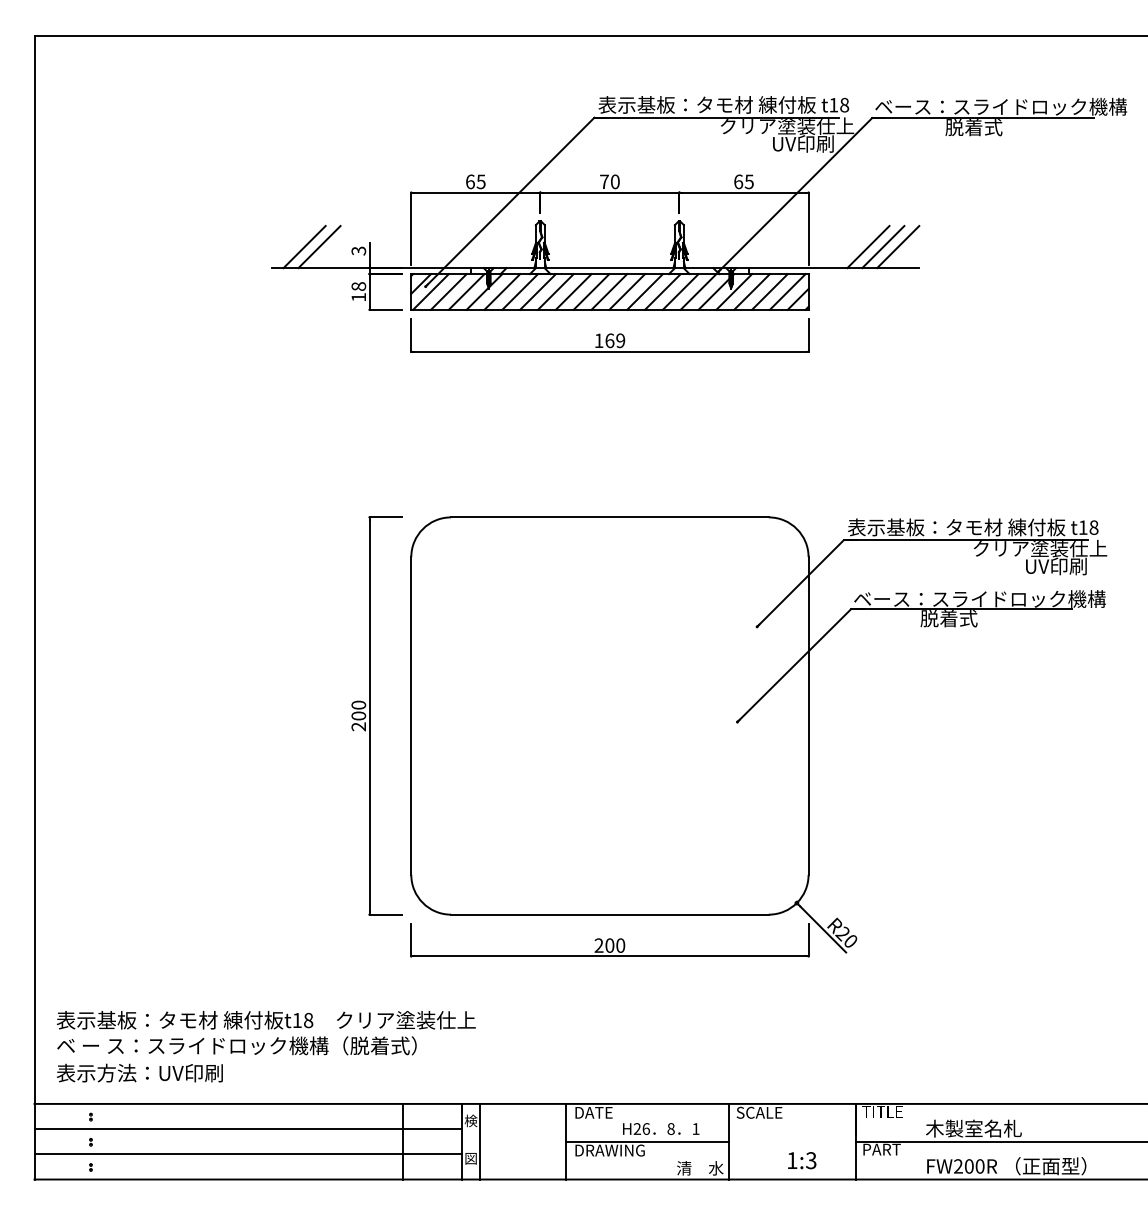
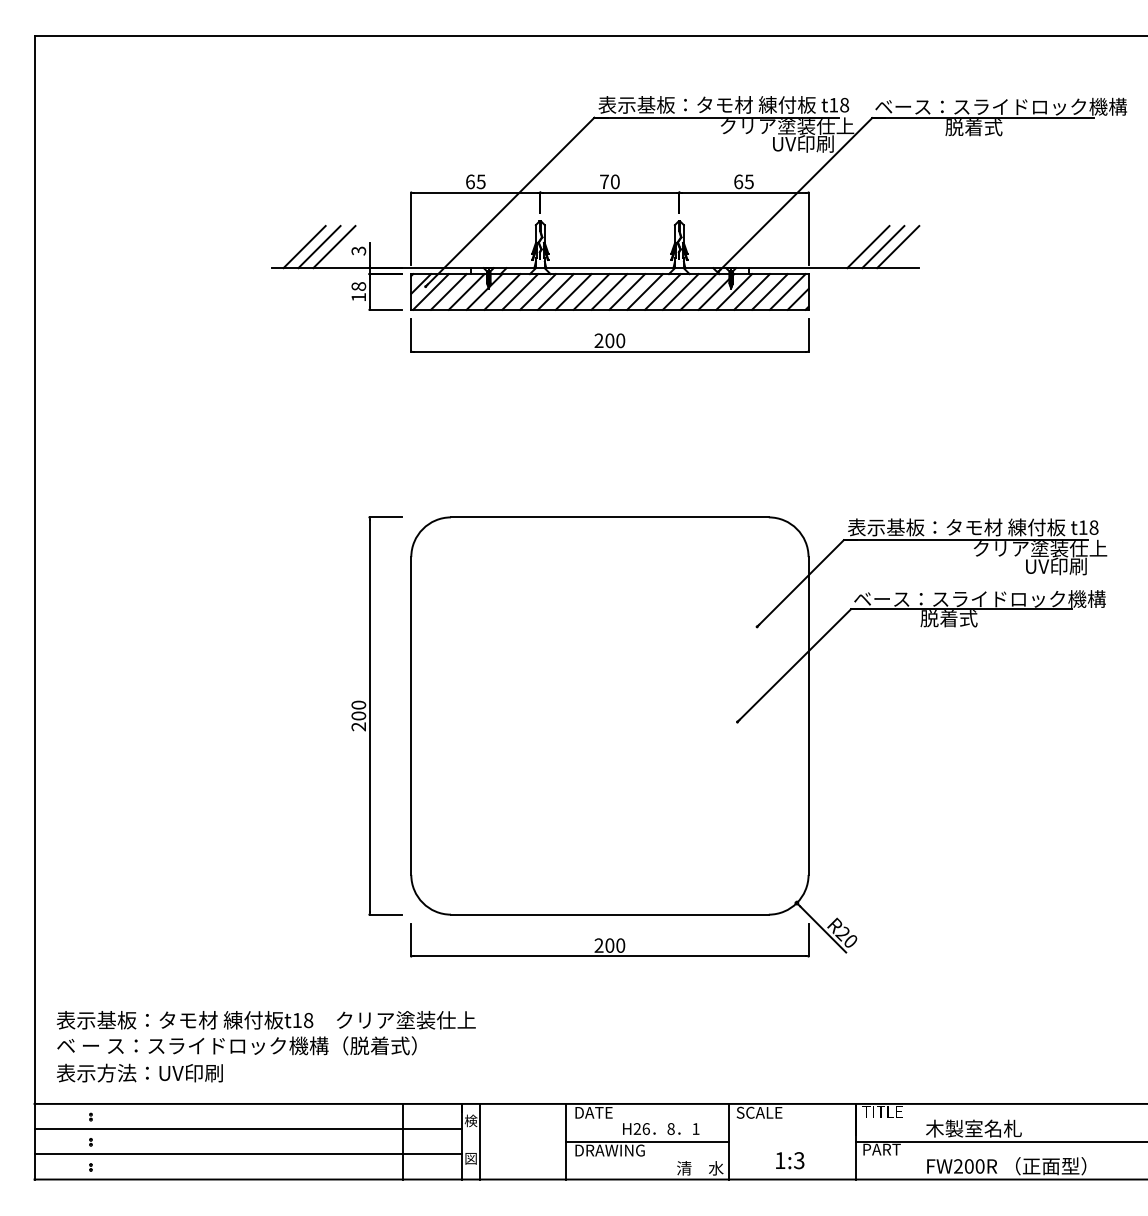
line at (334, 247): none -> present
text at (609, 340): 169 -> 200
text at (802, 1160) position: (802, 1160) -> (790, 1160)
